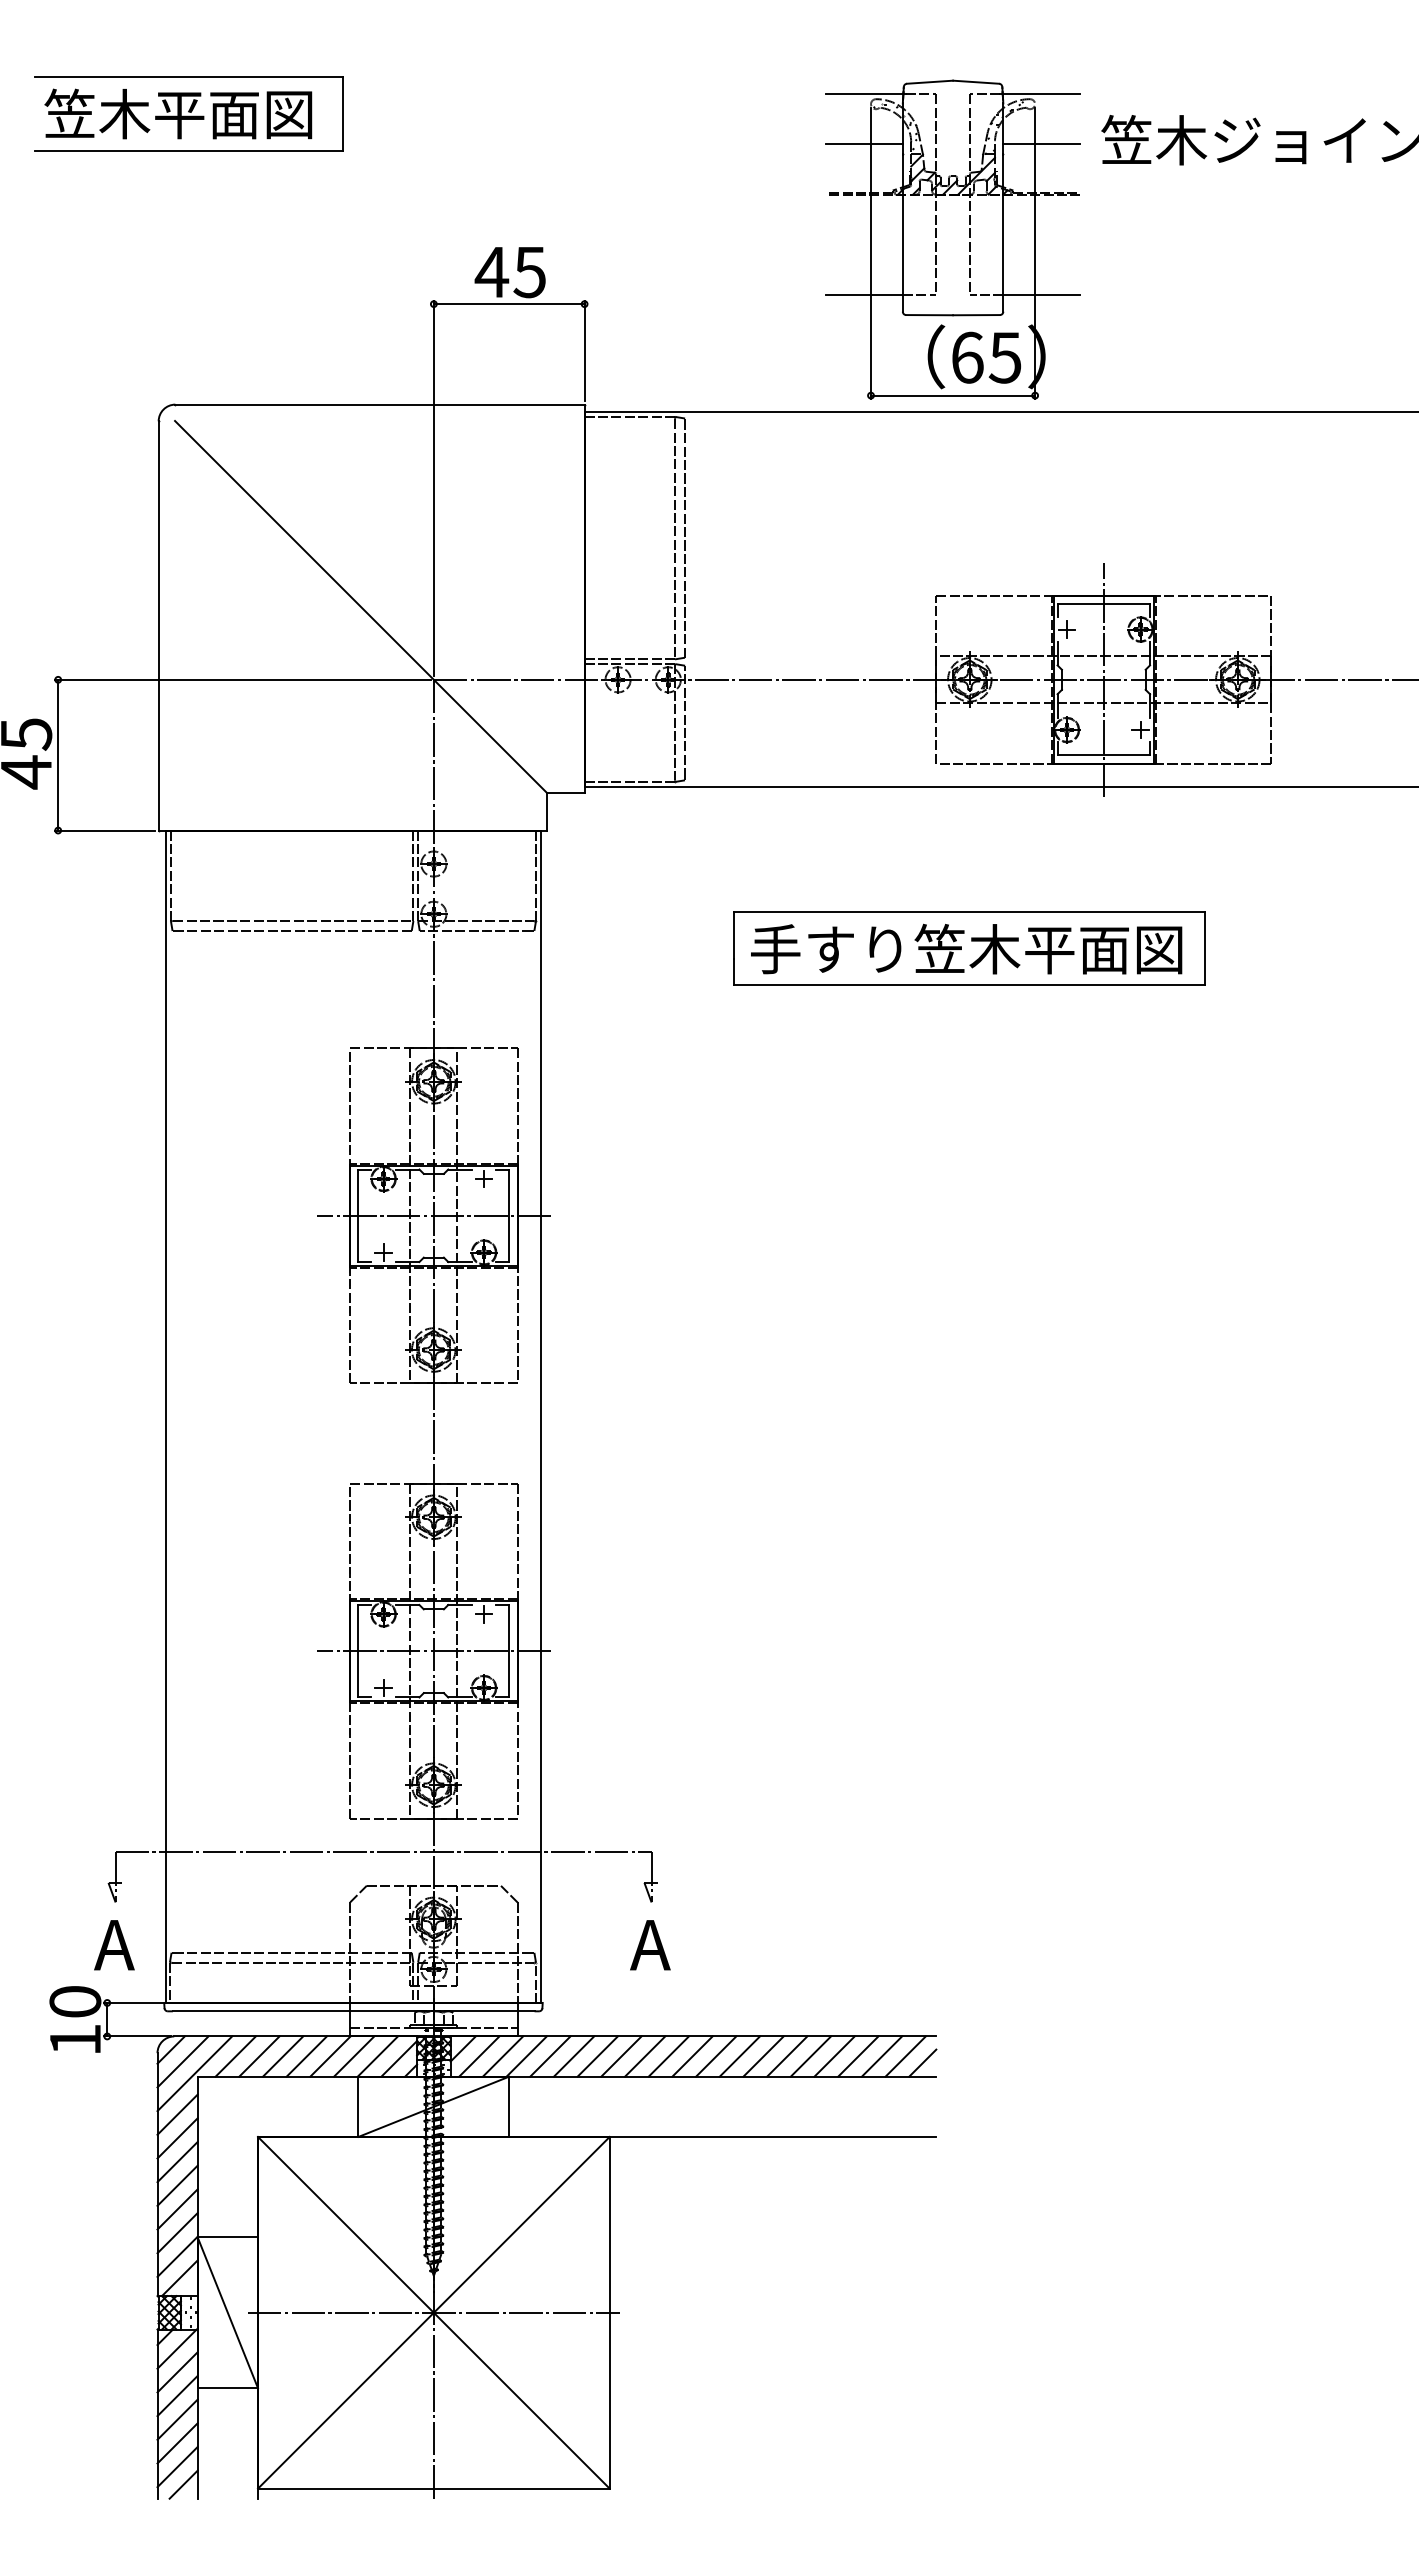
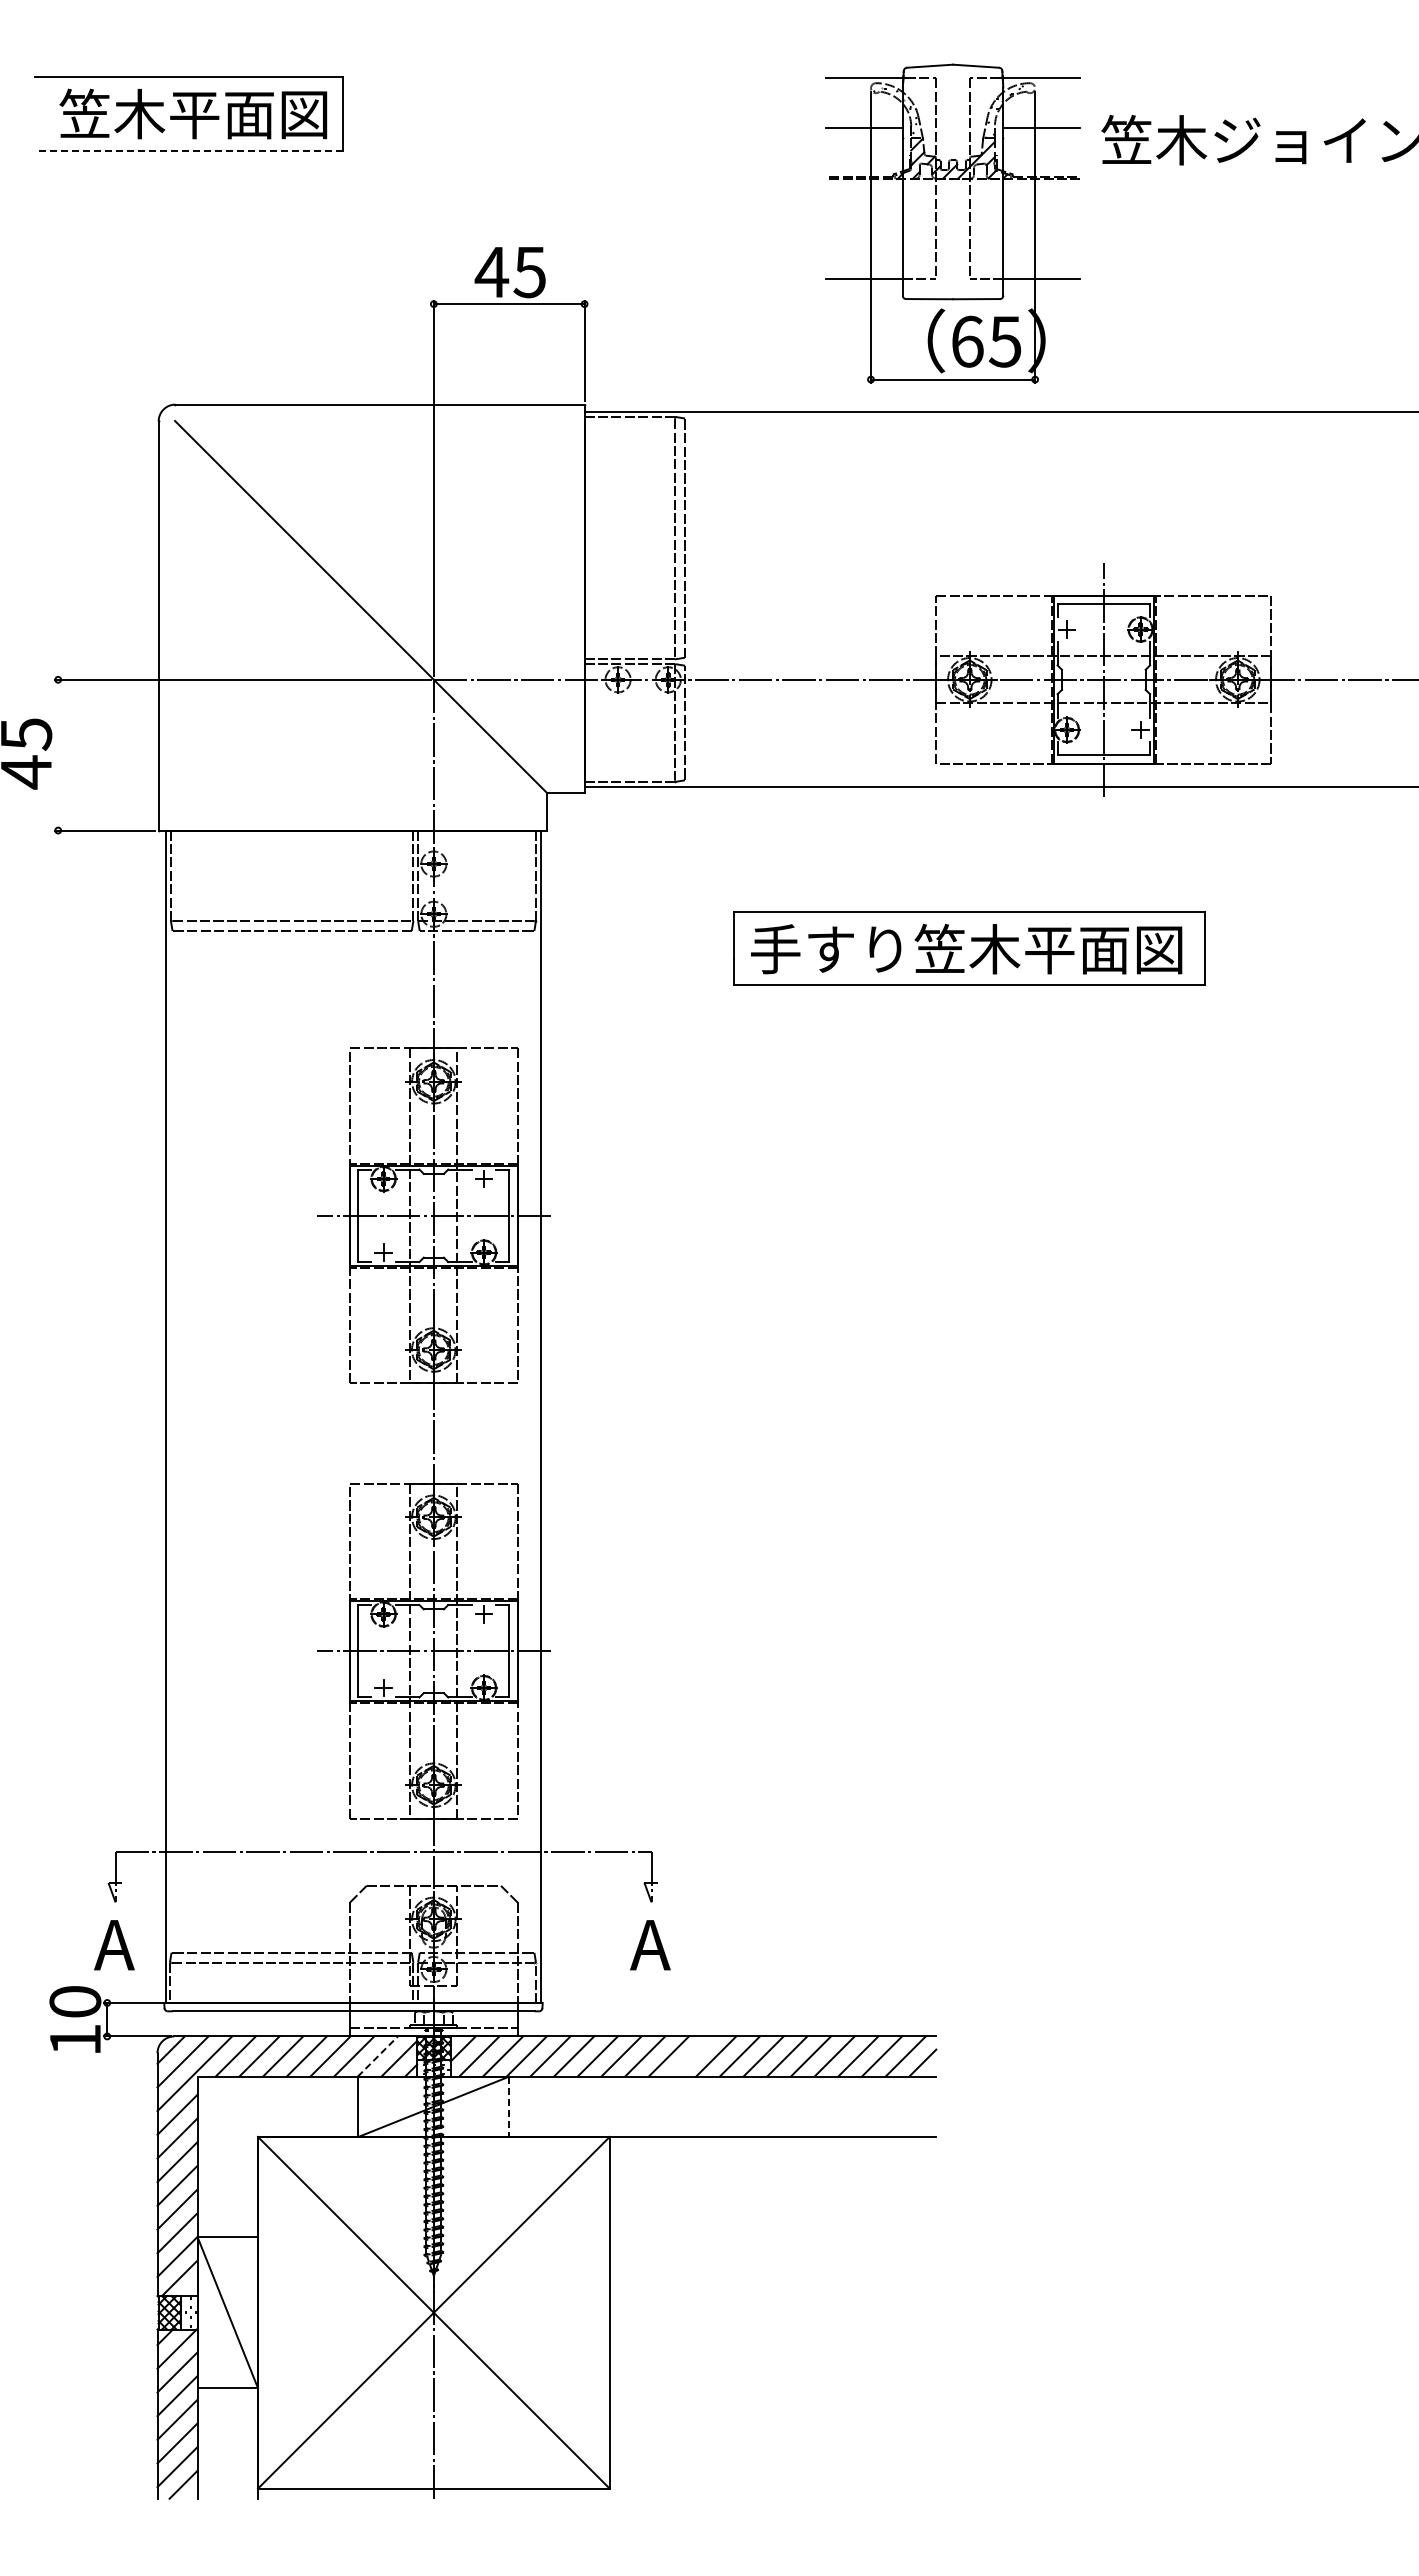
text at (178, 113) position: (178, 113) -> (193, 113)
line at (188, 150): solid -> dashed
part at (952, 239) position: (952, 239) -> (952, 223)
line at (58, 754): present -> none
line at (378, 2056): solid -> dashed
line at (692, 2056): present -> none
line at (509, 2107): solid -> dashed
line at (433, 2312): present -> none
